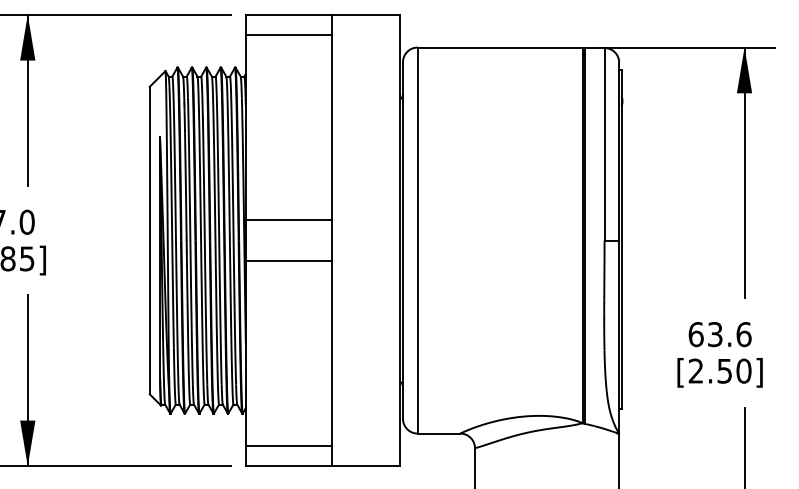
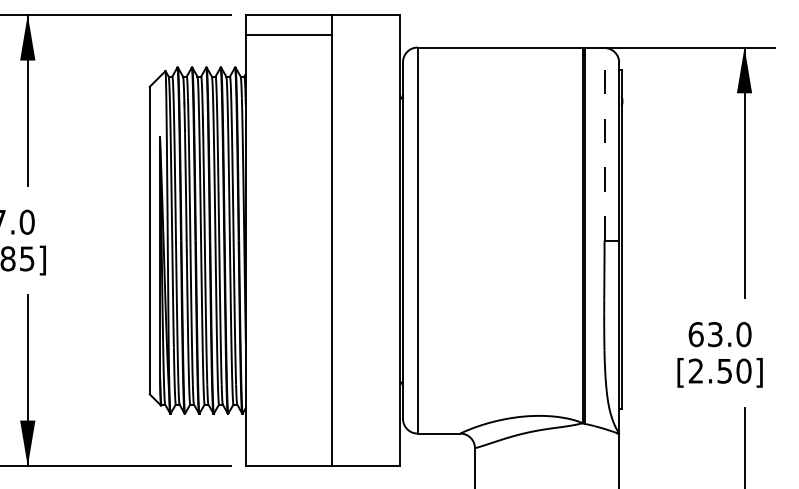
line at (604, 143): solid -> dashed
line at (288, 220): present -> none
line at (288, 260): present -> none
text at (743, 334): 63.6 -> 63.0
line at (288, 446): present -> none
